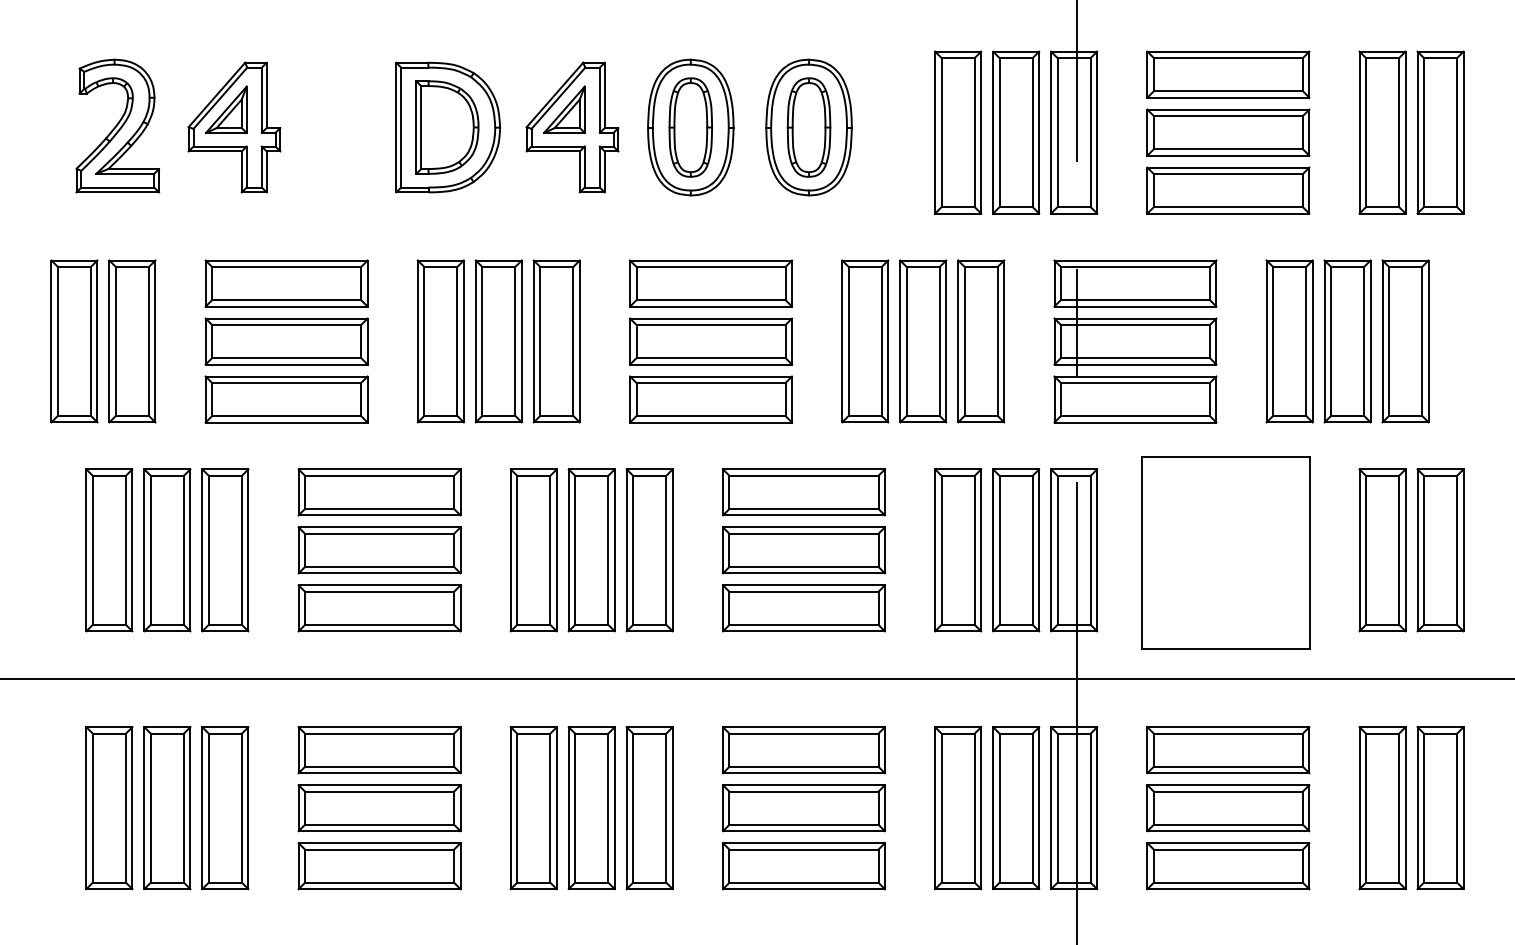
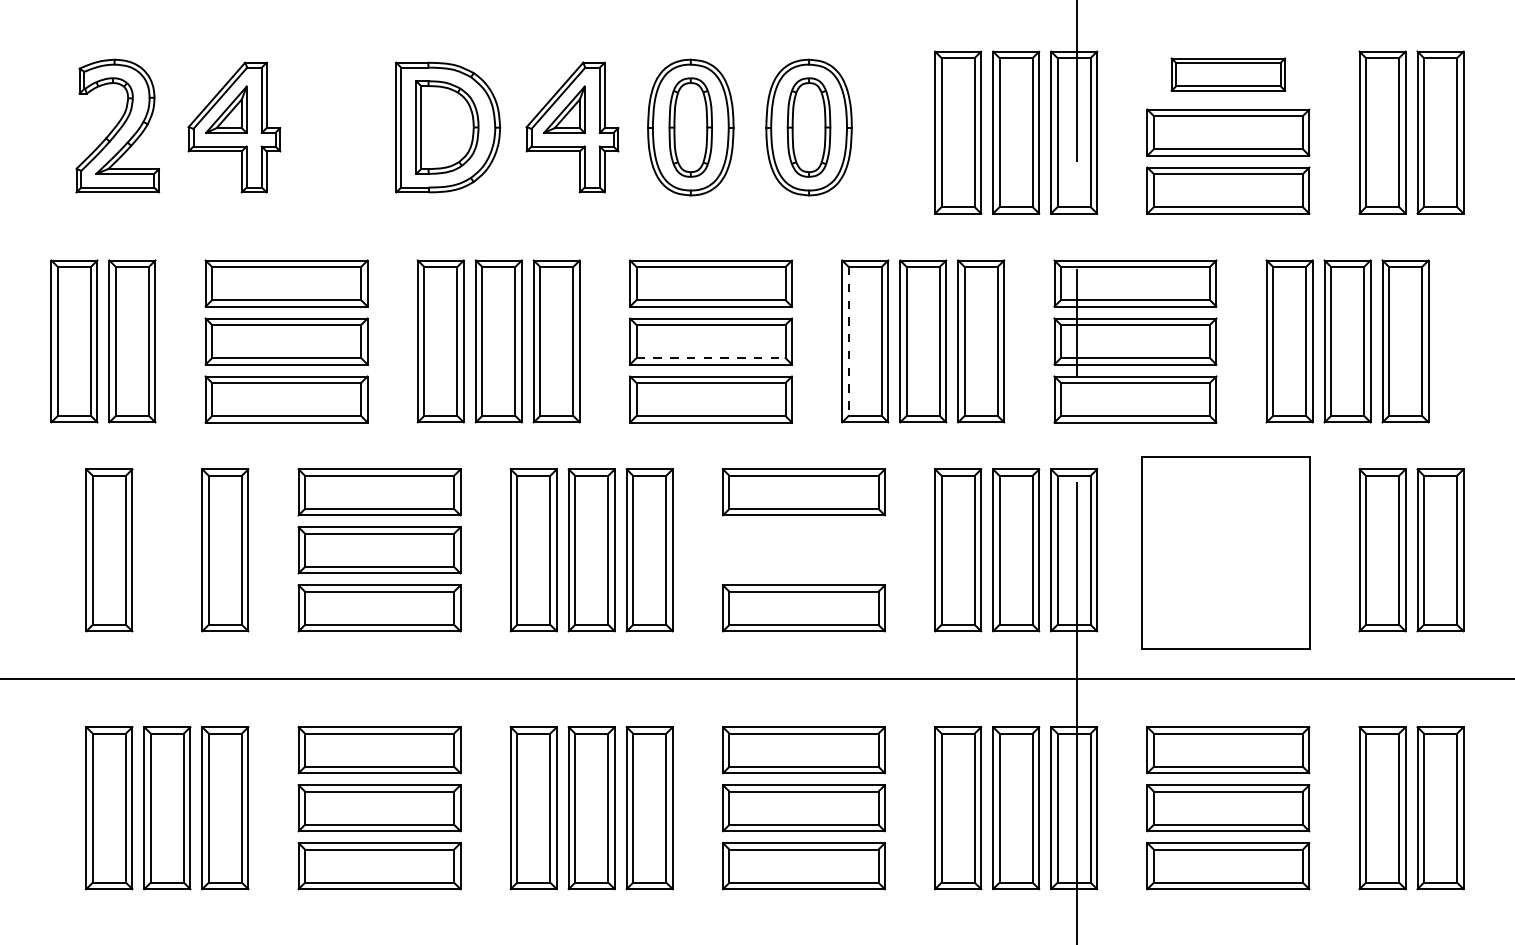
part at (1228, 74) size: 165x49 px -> 117x35 px
line at (848, 341): solid -> dashed
line at (711, 358): solid -> dashed
part at (167, 550): present -> none
part at (803, 550): present -> none
